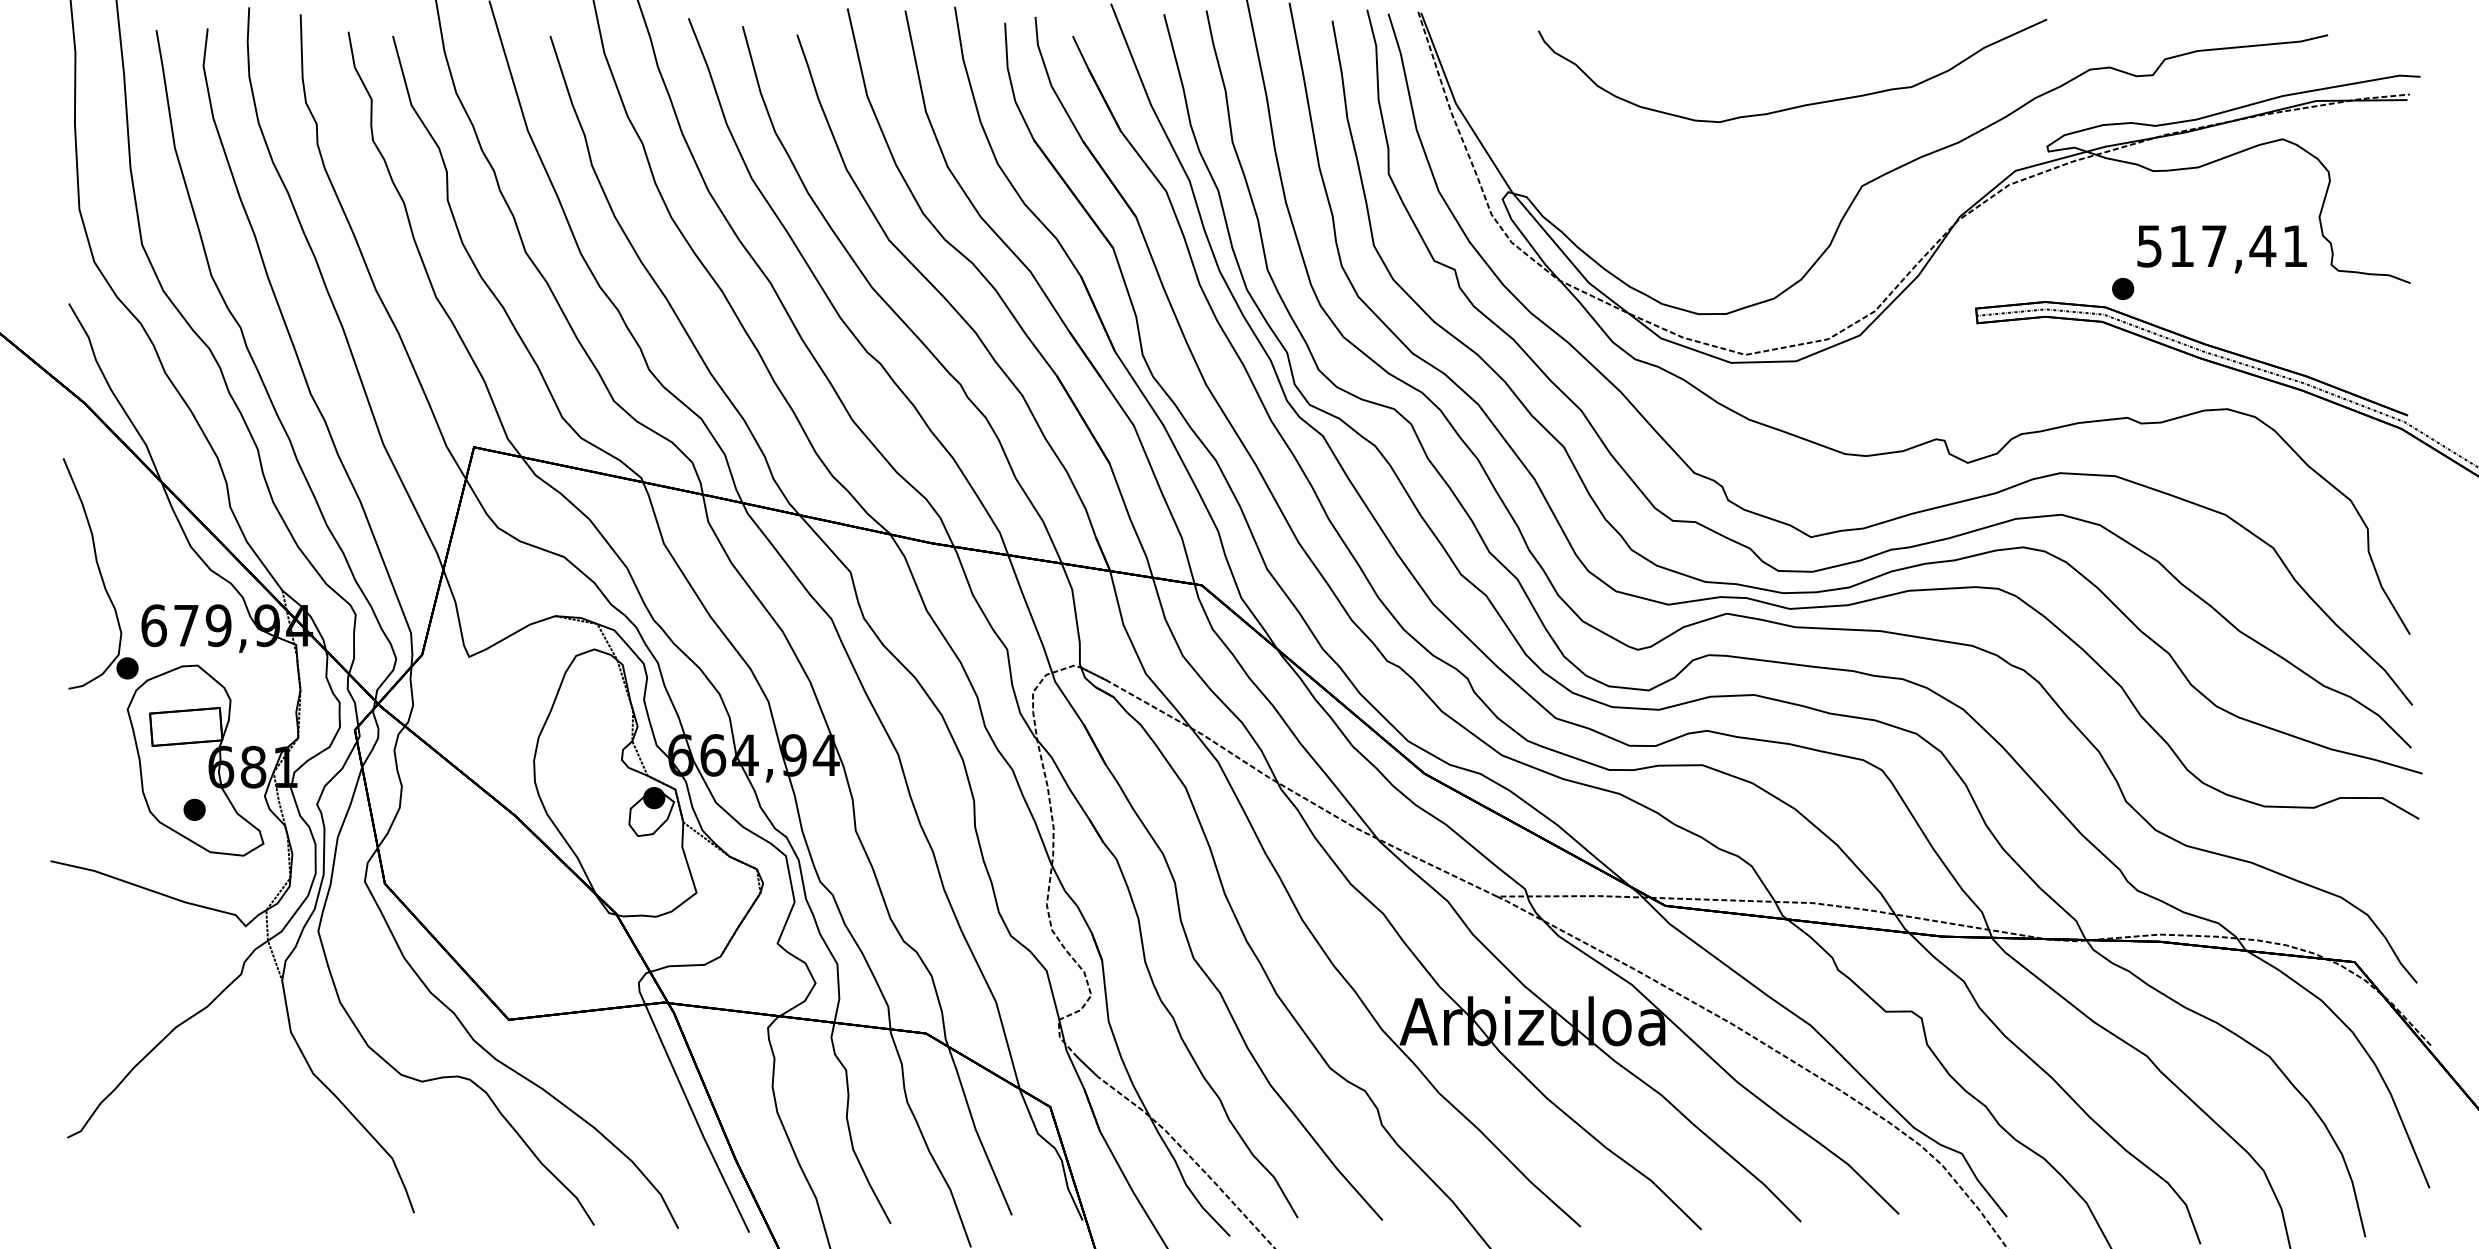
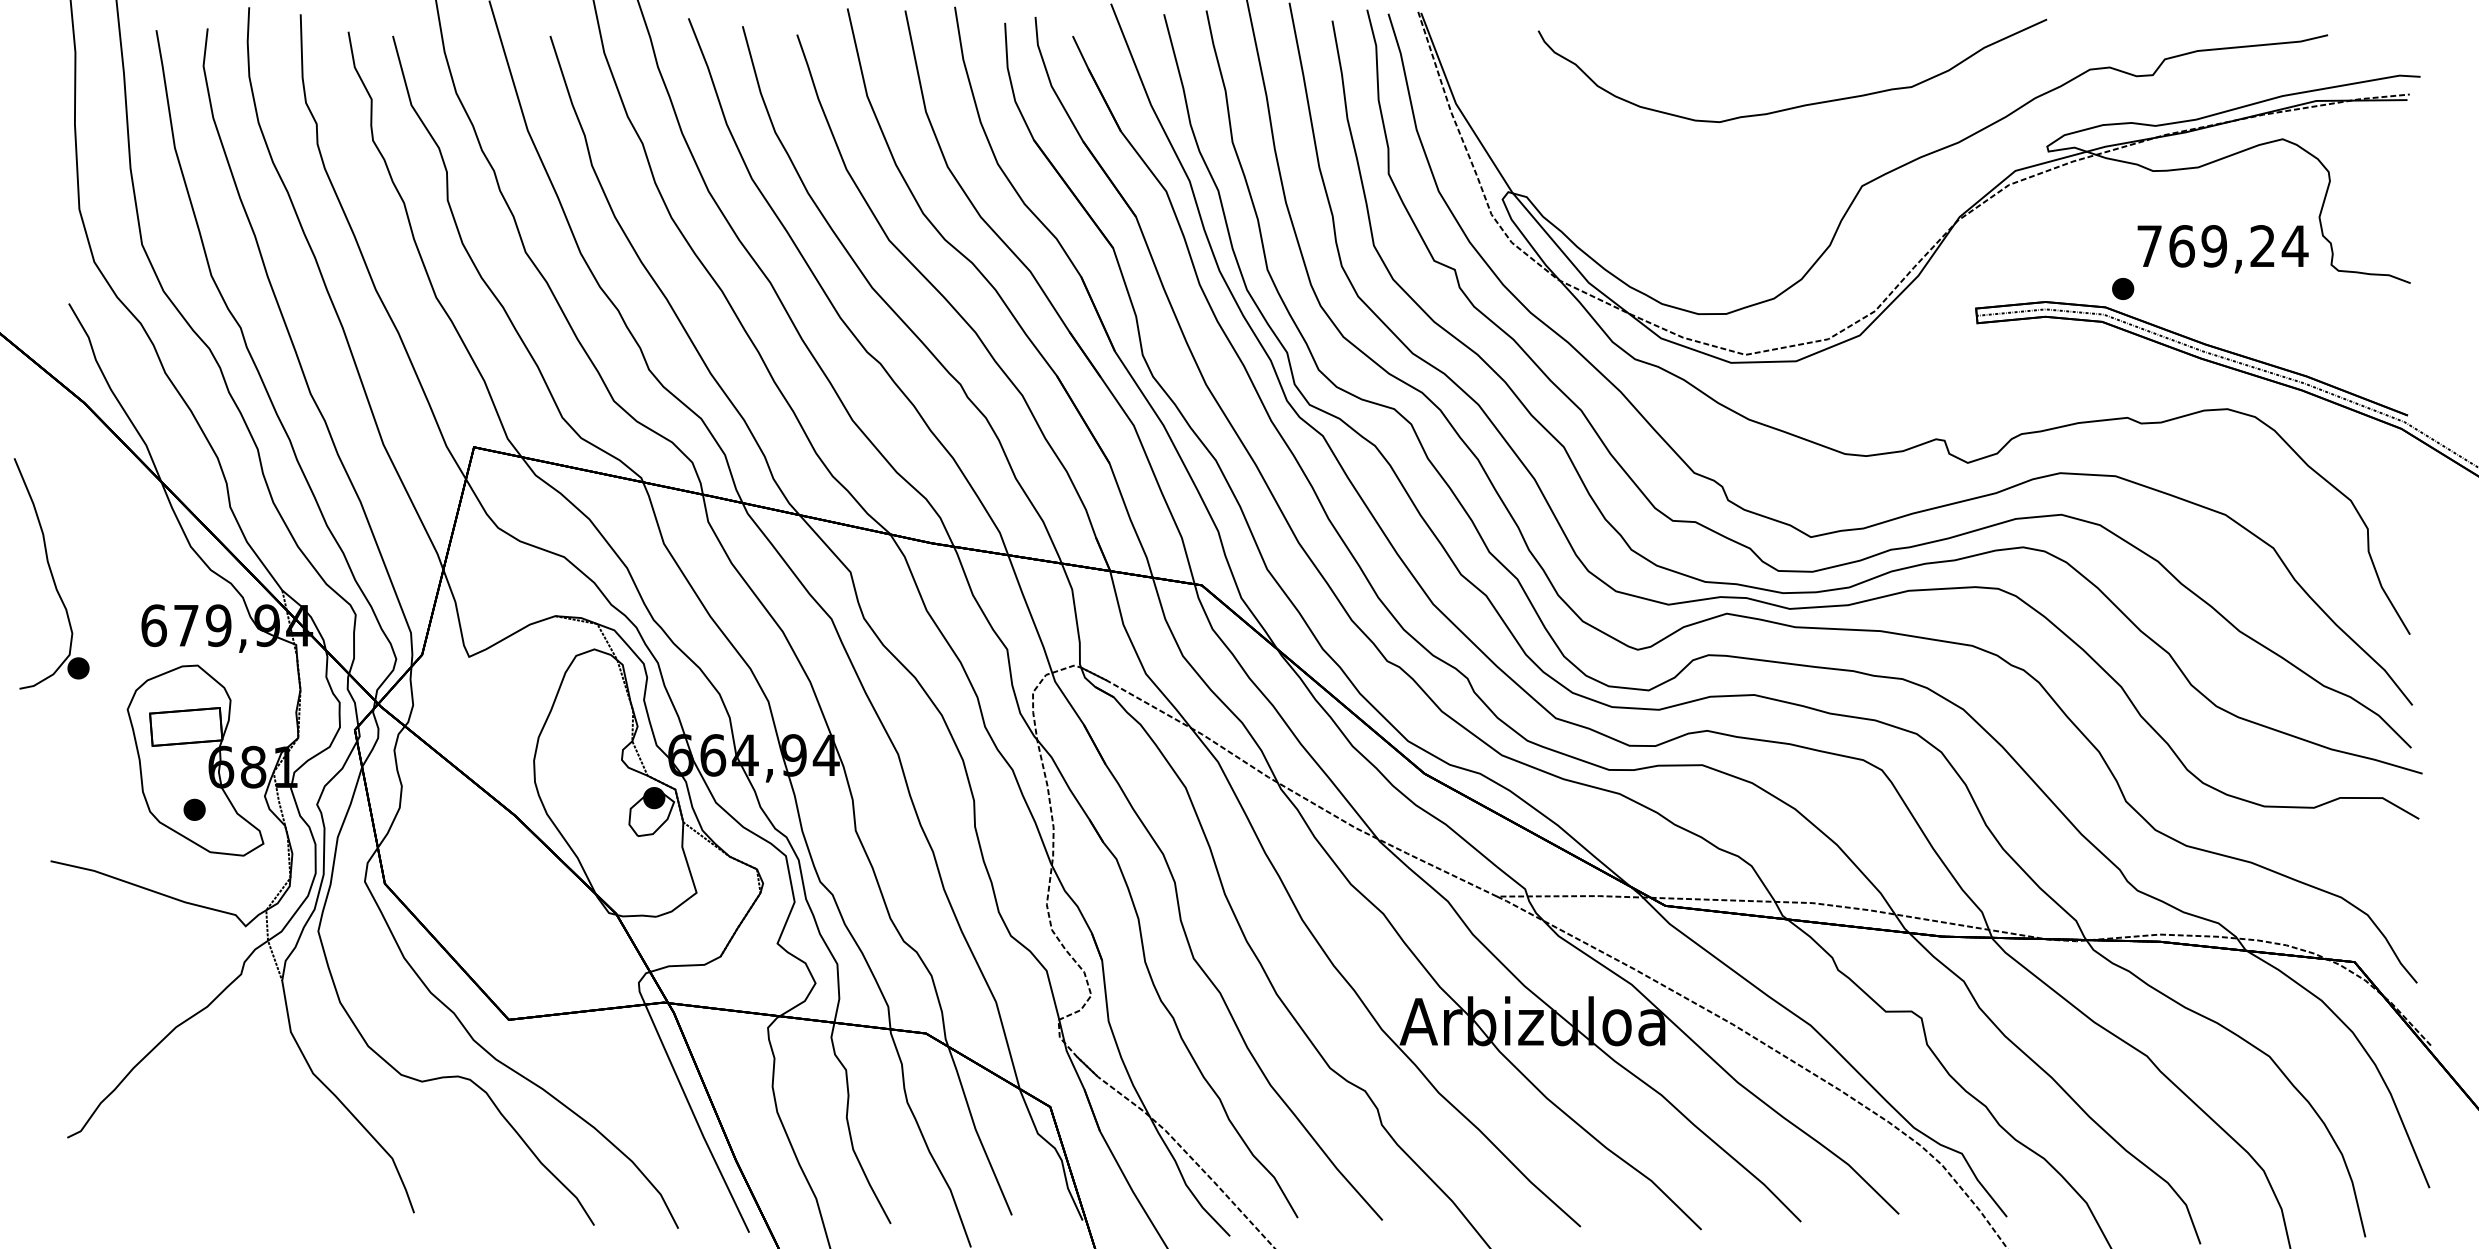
text at (2222, 246): 517,41 -> 769,24
part at (100, 573) position: (100, 573) -> (51, 573)
